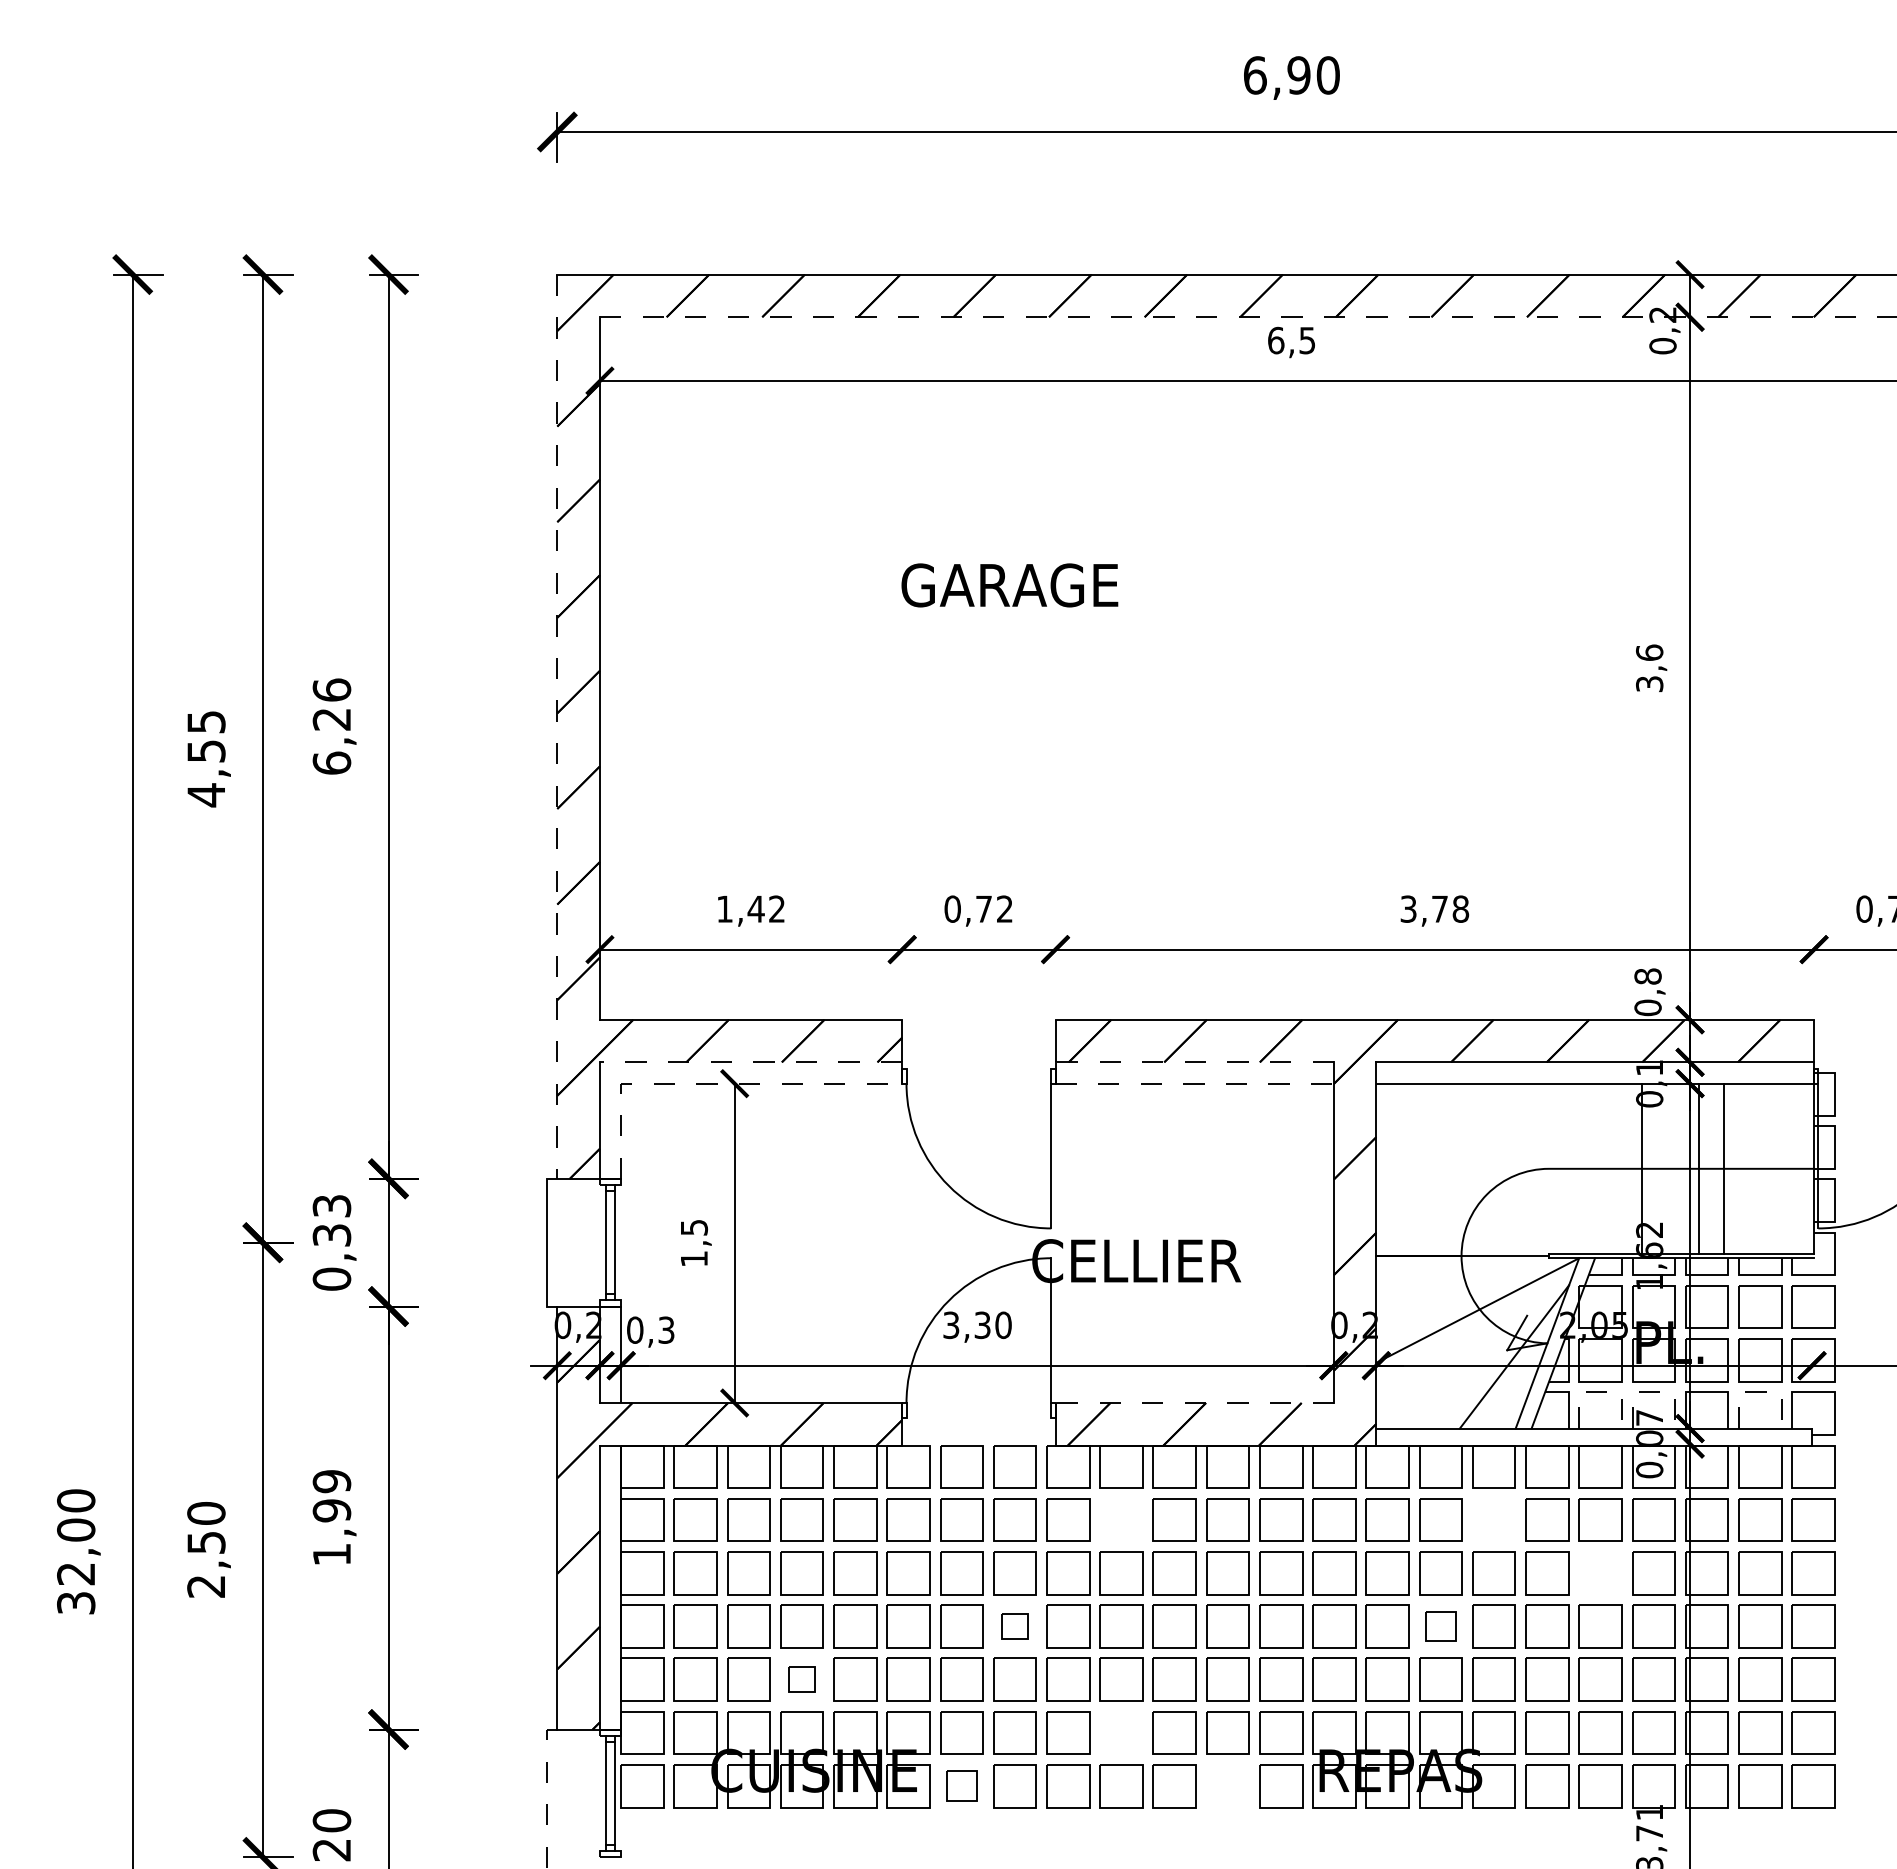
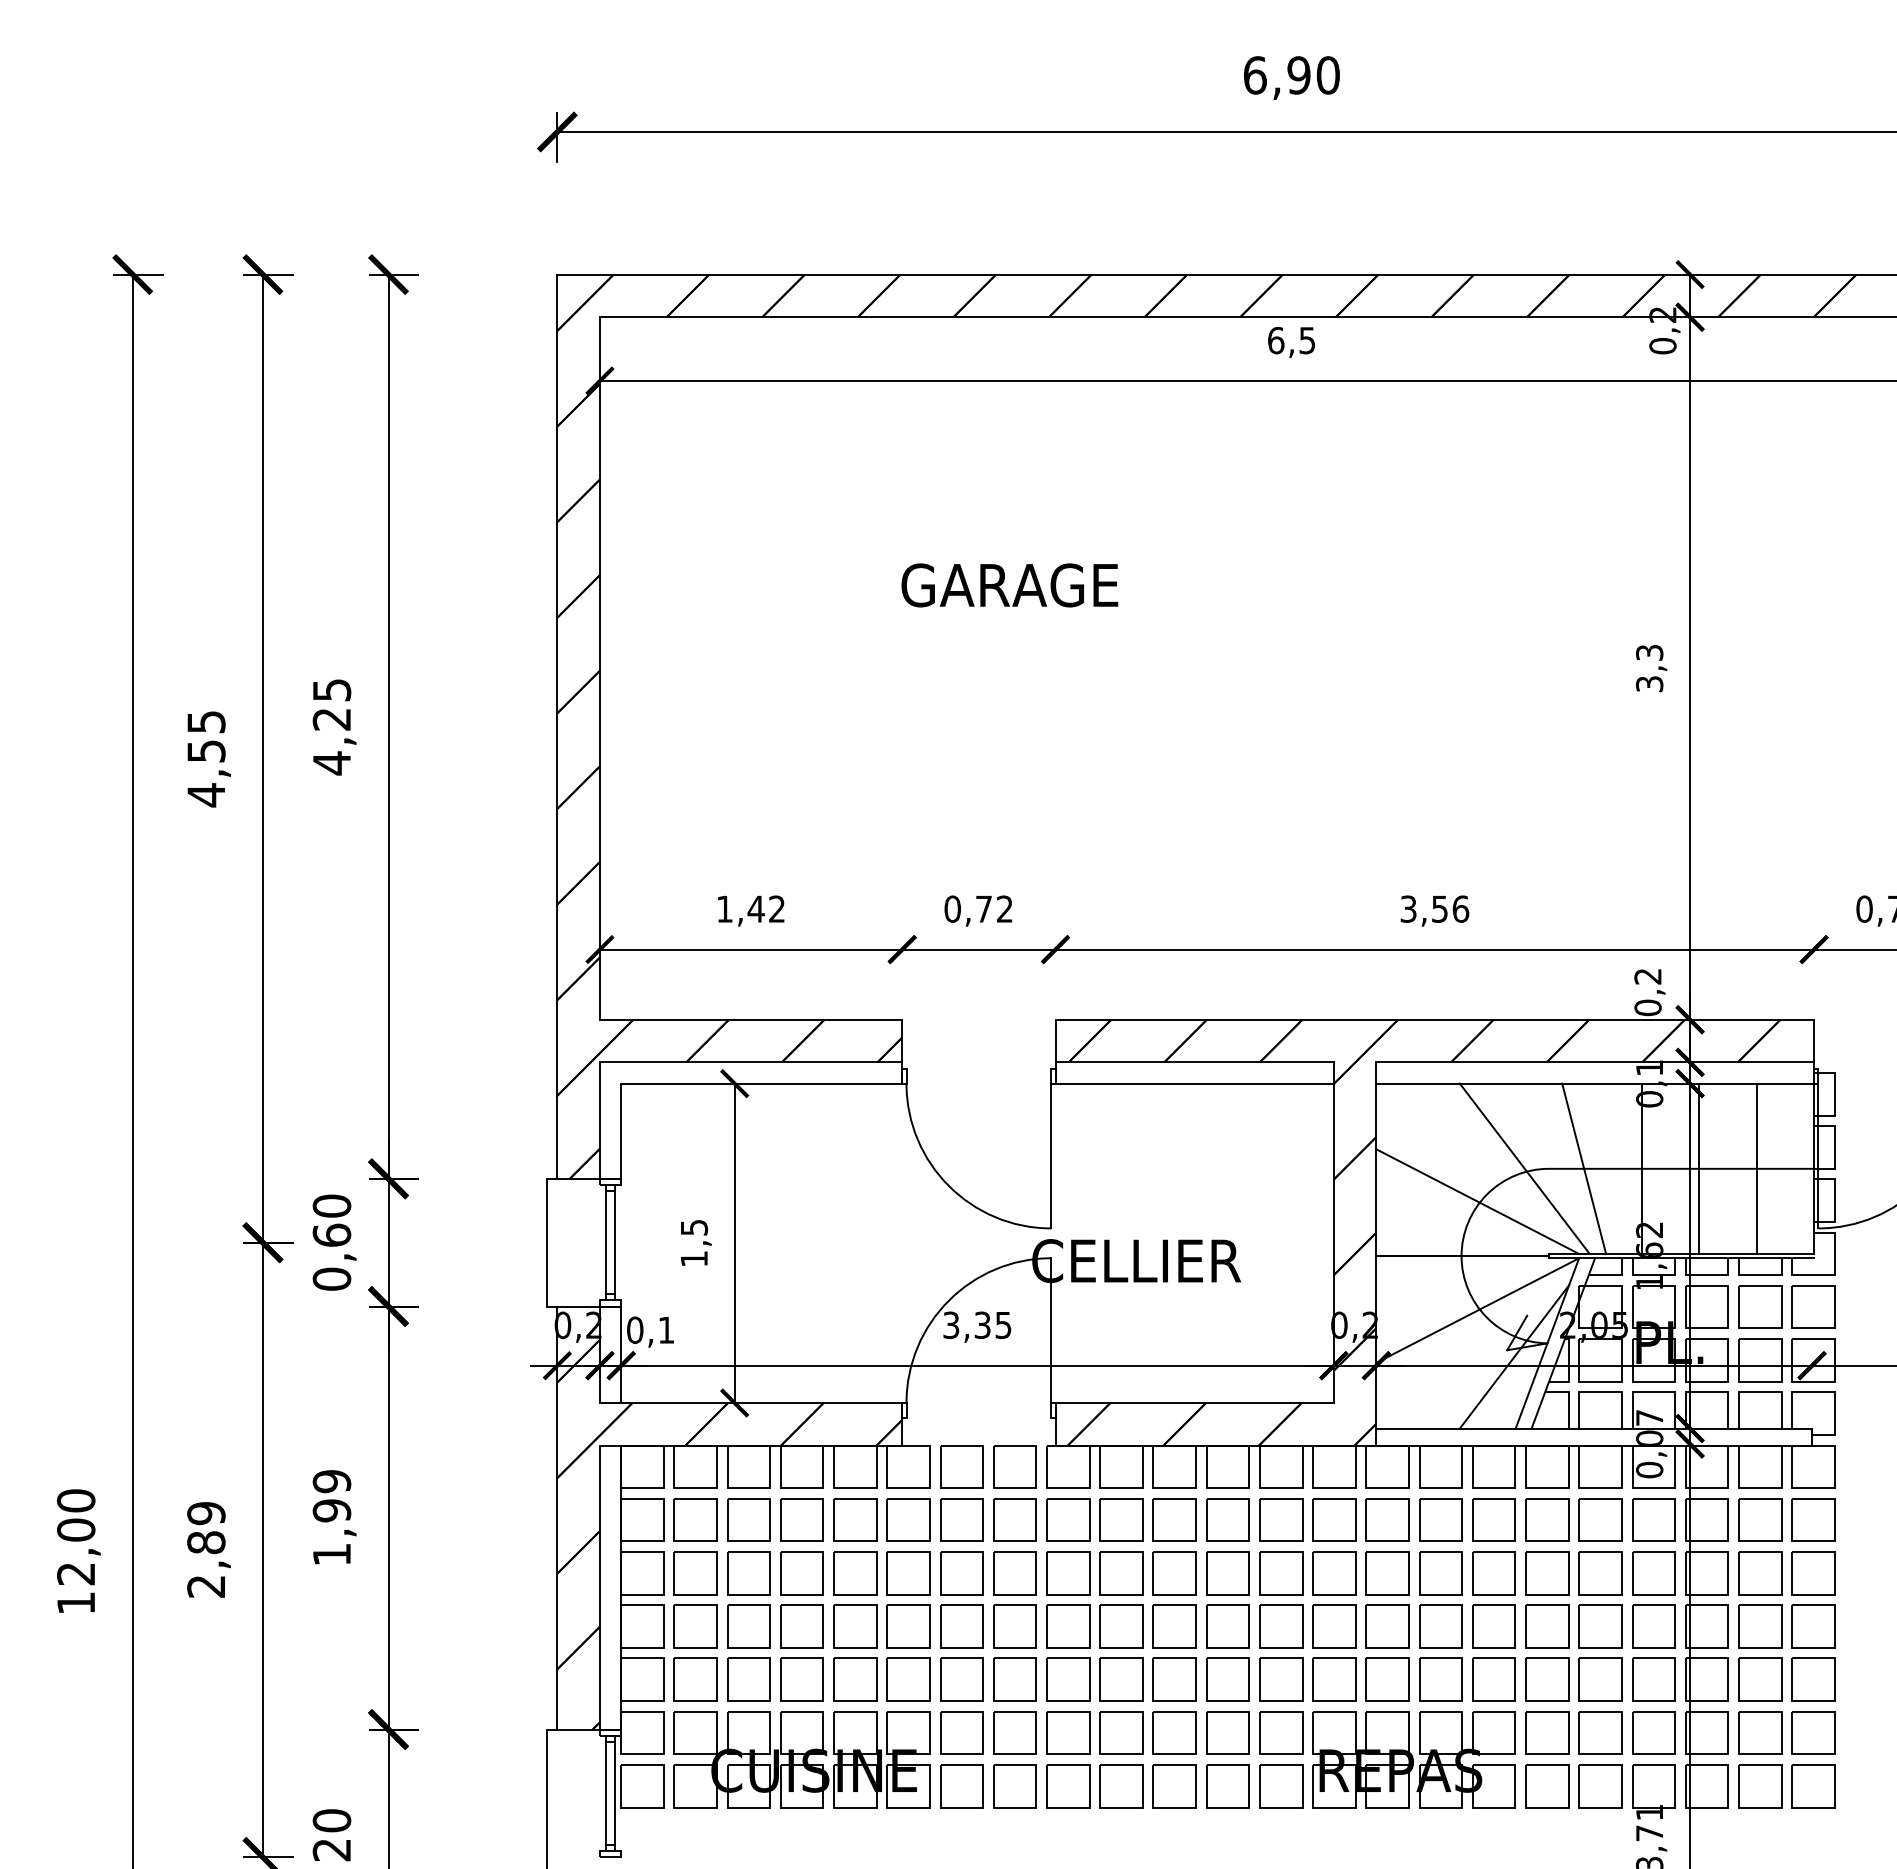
line at (1247, 317): dashed -> solid
text at (1649, 652): 3,6 -> 3,3
text at (331, 726): 6,26 -> 4,25
line at (557, 727): dashed -> solid
text at (1450, 908): 3,78 -> 3,56
text at (1647, 976): 0,8 -> 0,2
line at (750, 1062): dashed -> solid
line at (1194, 1062): dashed -> solid
line at (713, 1083): dashed -> solid
line at (1195, 1083): dashed -> solid
line at (1524, 1168): none -> present
line at (1584, 1168): none -> present
line at (1723, 1168) position: (1723, 1168) -> (1756, 1168)
line at (1477, 1201): none -> present
text at (331, 1220): 0,33 -> 0,60
text at (1003, 1325): 3,30 -> 3,35
text at (666, 1329): 0,3 -> 0,1
line at (1601, 1392): dashed -> solid
line at (1654, 1392): dashed -> solid
line at (1760, 1392): dashed -> solid
line at (1194, 1403): dashed -> solid
part at (1121, 1519): none -> present
part at (1493, 1519): none -> present
text at (206, 1528): 2,50 -> 2,89
part at (1600, 1573): none -> present
text at (76, 1603): 32,00 -> 12,00
part at (1014, 1626) size: 28x27 px -> 44x45 px
part at (1440, 1626) size: 32x31 px -> 44x45 px
part at (801, 1679) size: 28x27 px -> 44x45 px
part at (1121, 1732): none -> present
part at (961, 1785) size: 32x32 px -> 44x45 px
part at (1227, 1786): none -> present
line at (546, 1792): dashed -> solid
